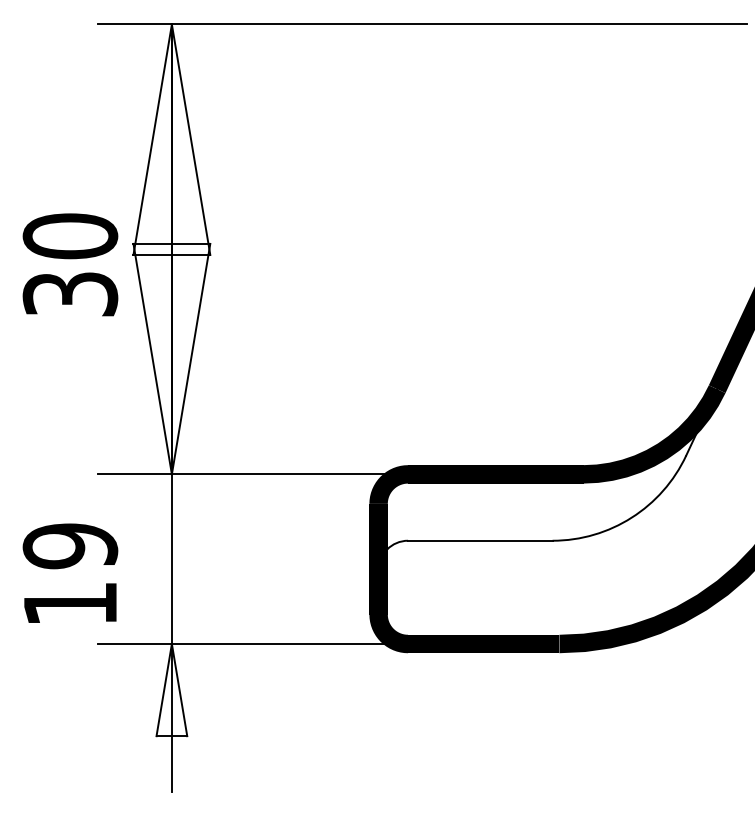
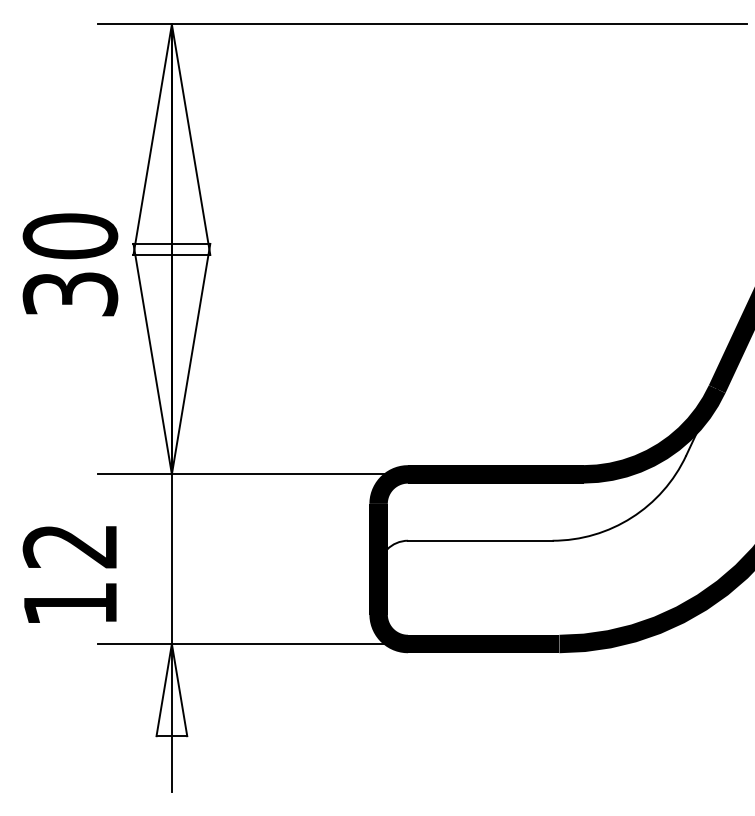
text at (70, 546): 19 -> 12
